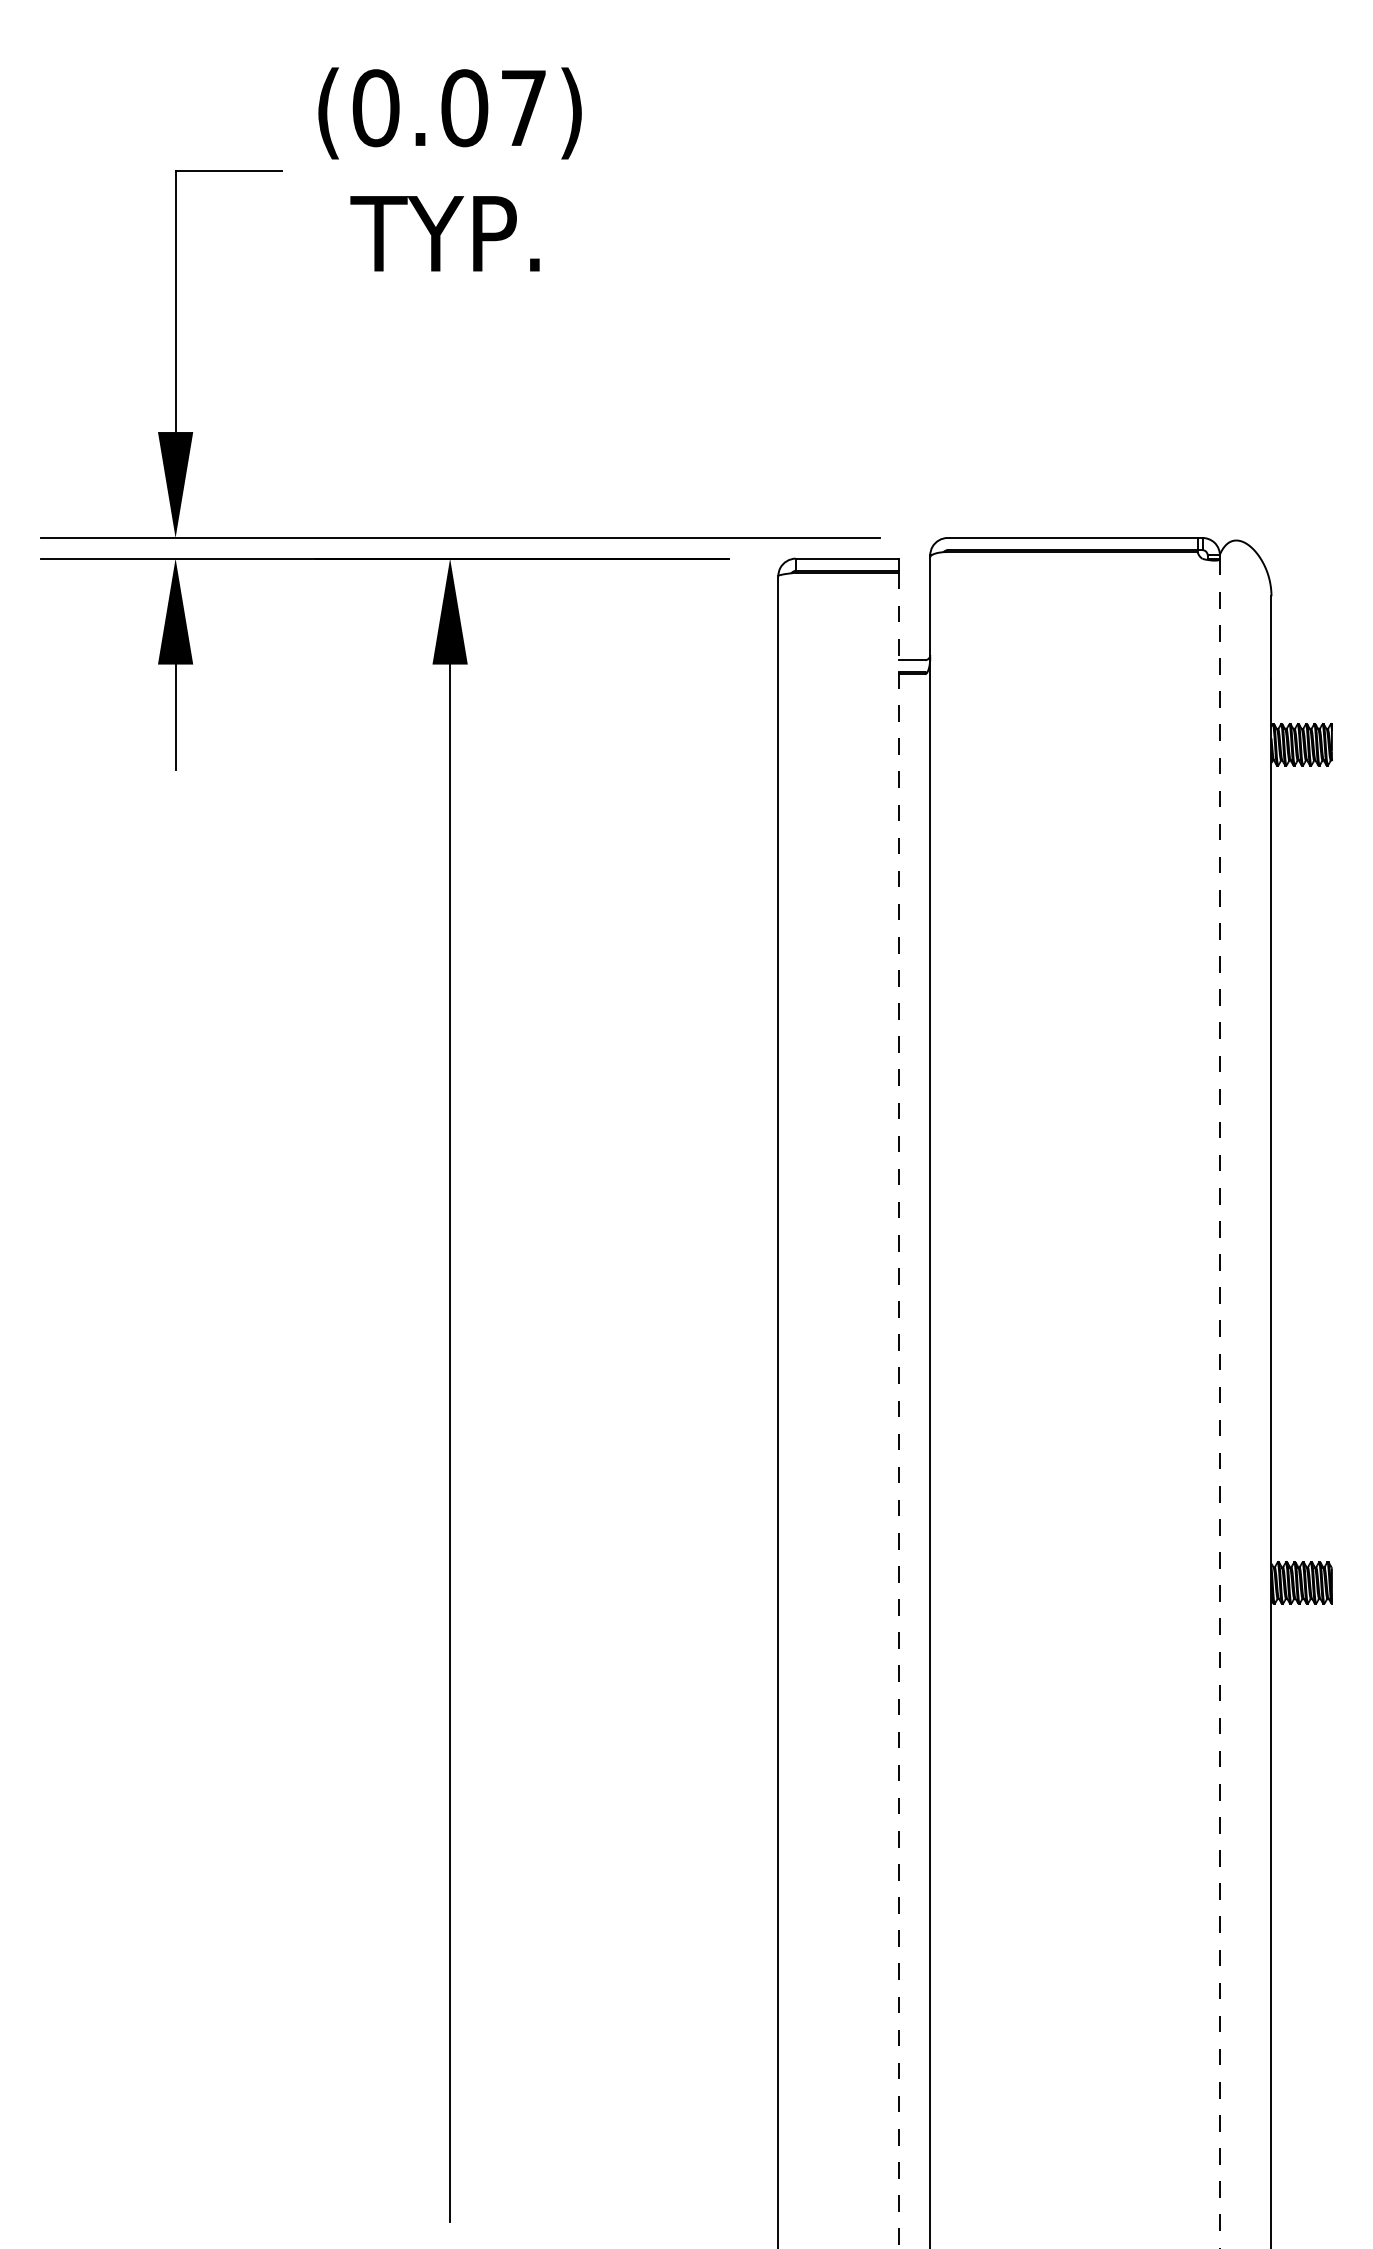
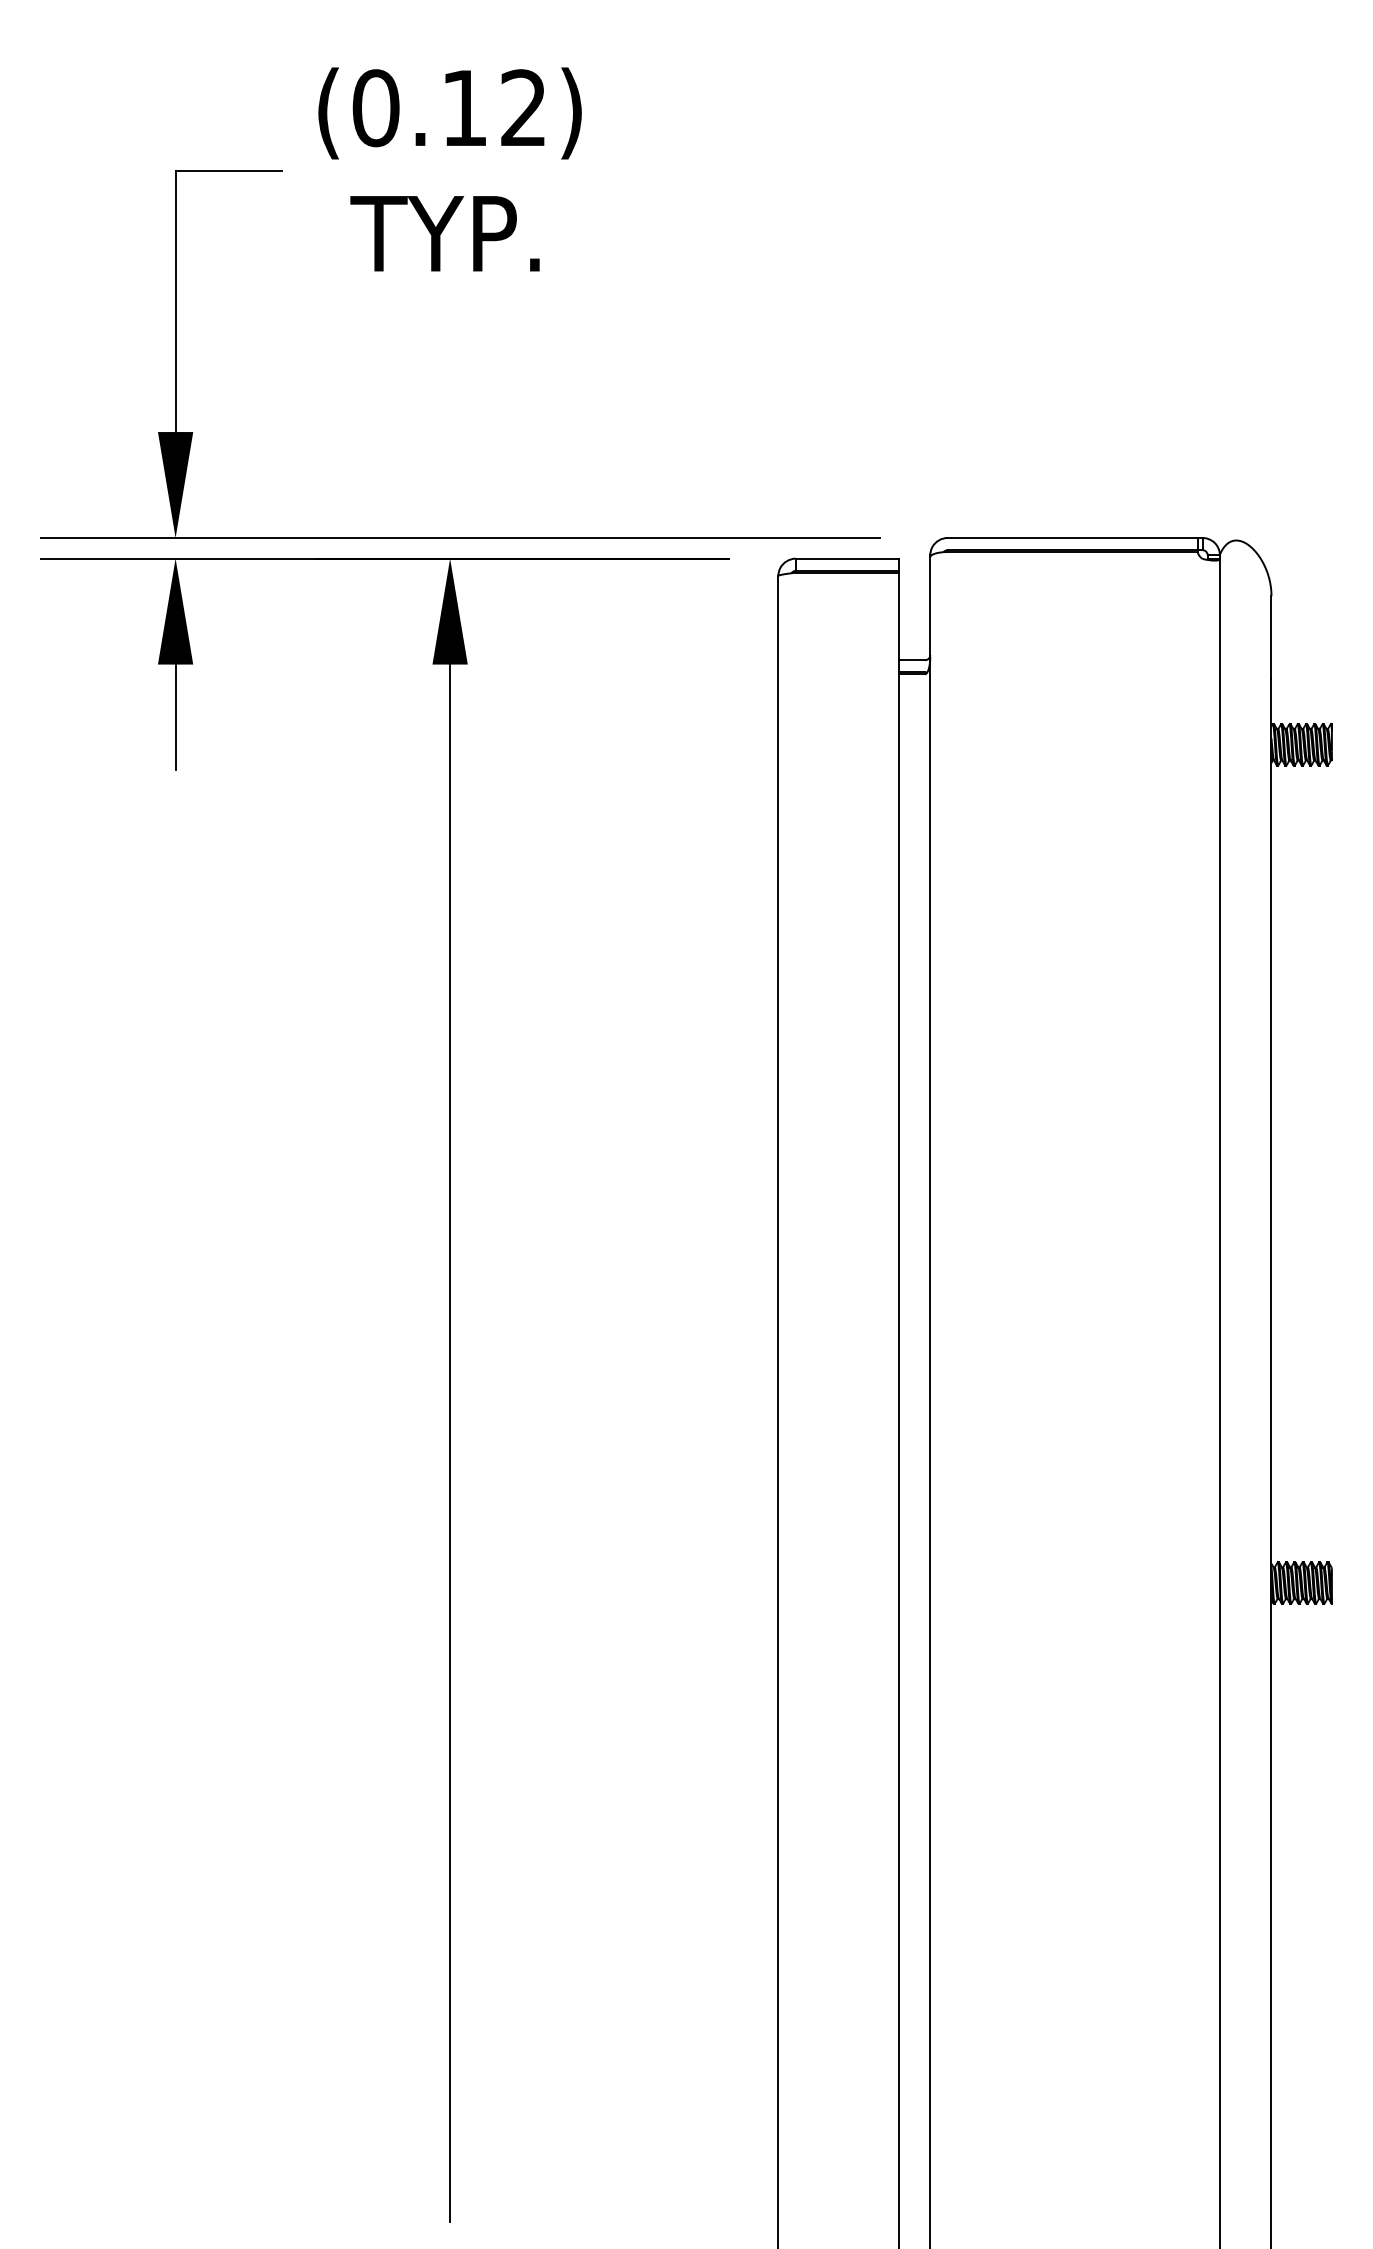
text at (493, 108): (0.07) -> (0.12)
line at (1219, 1403): dashed -> solid
line at (899, 1410): dashed -> solid
